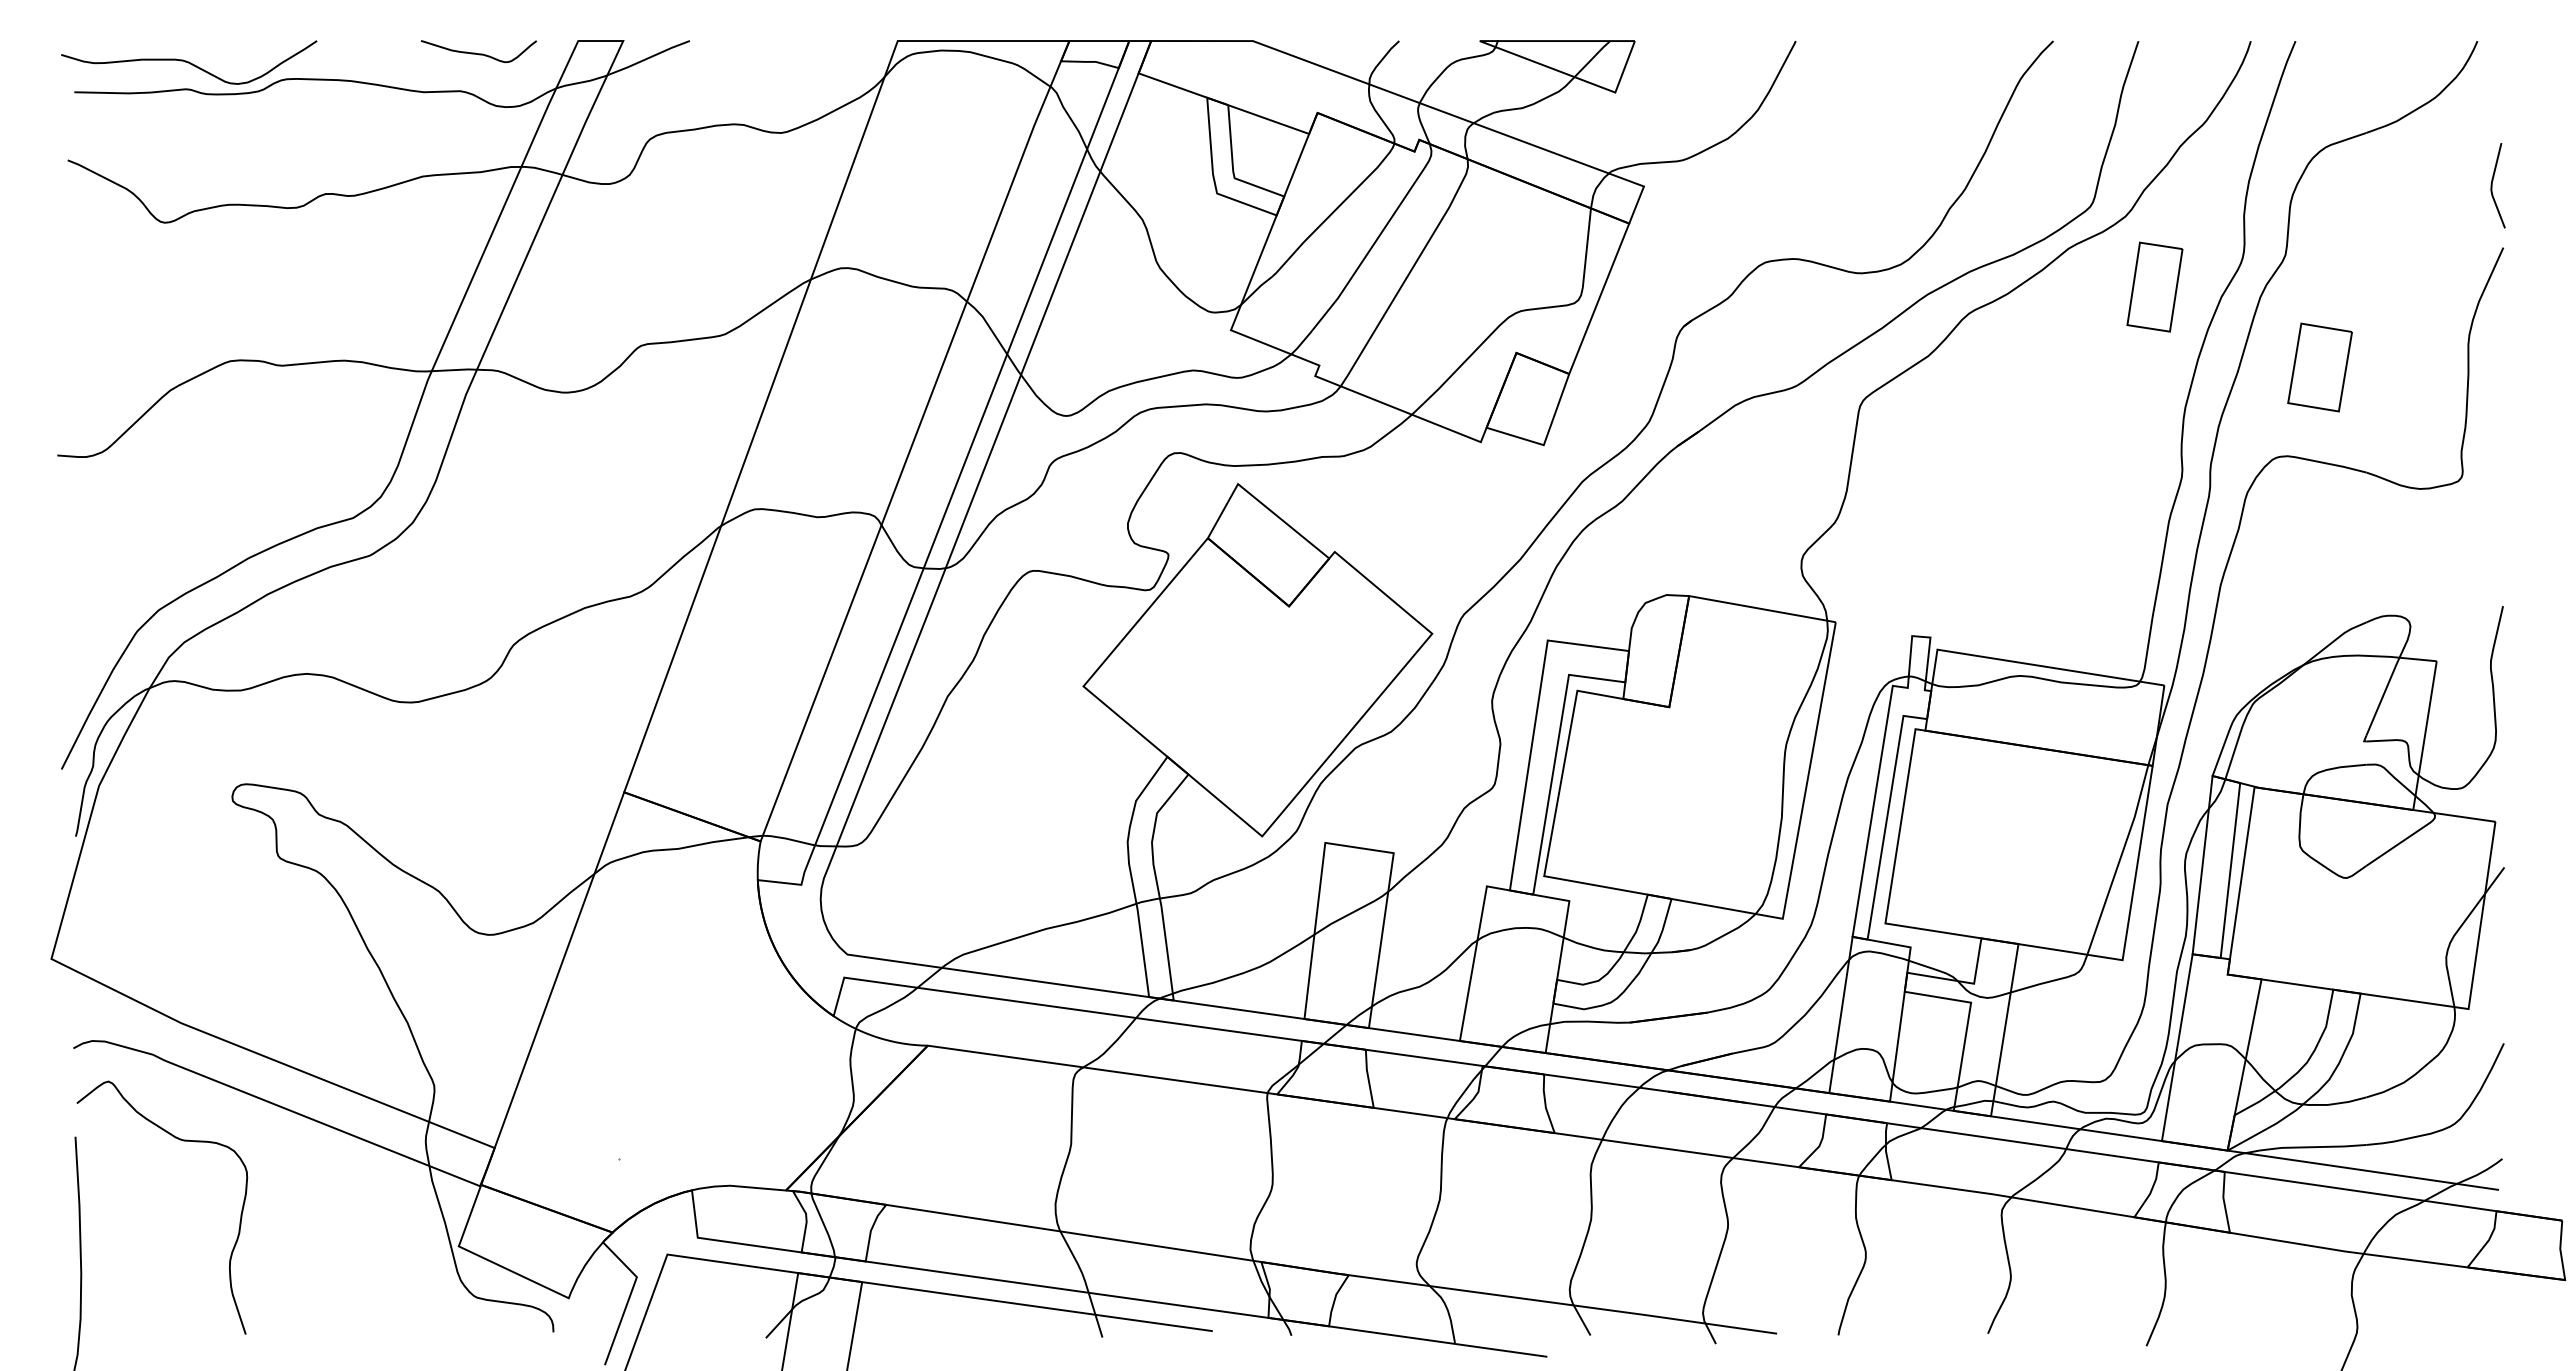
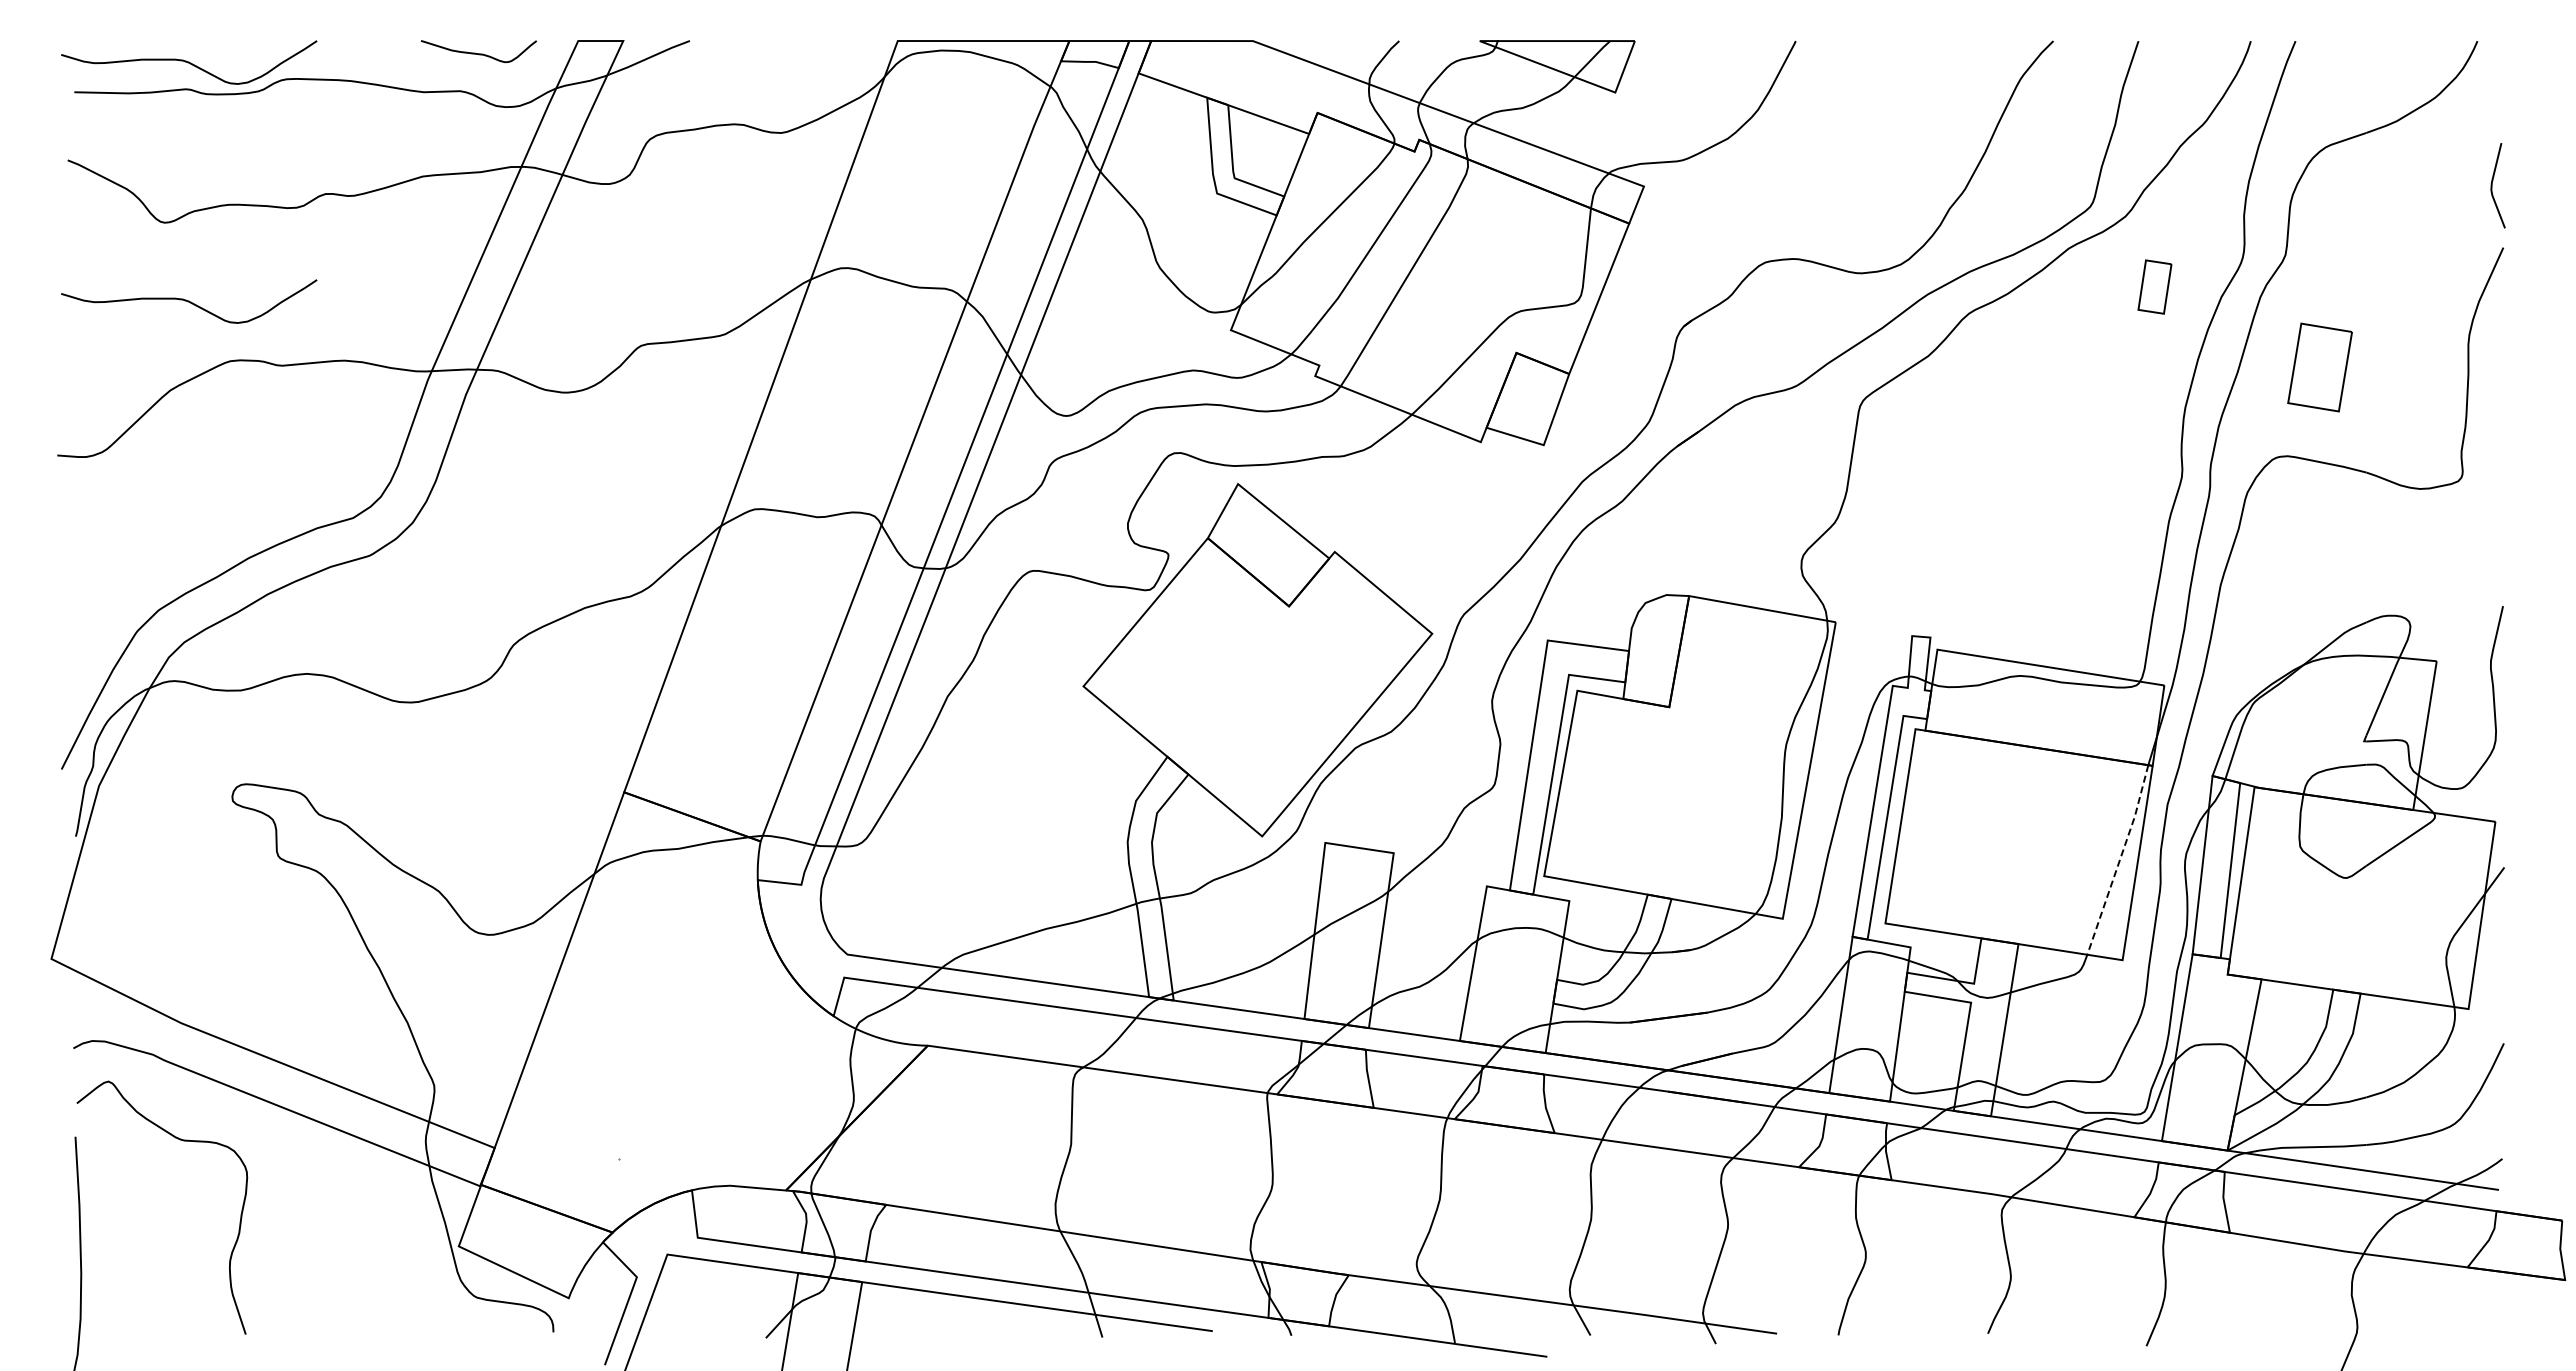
part at (2154, 286) size: 58x92 px -> 36x56 px
curve at (189, 301): none -> present
line at (2119, 860): solid -> dashed
